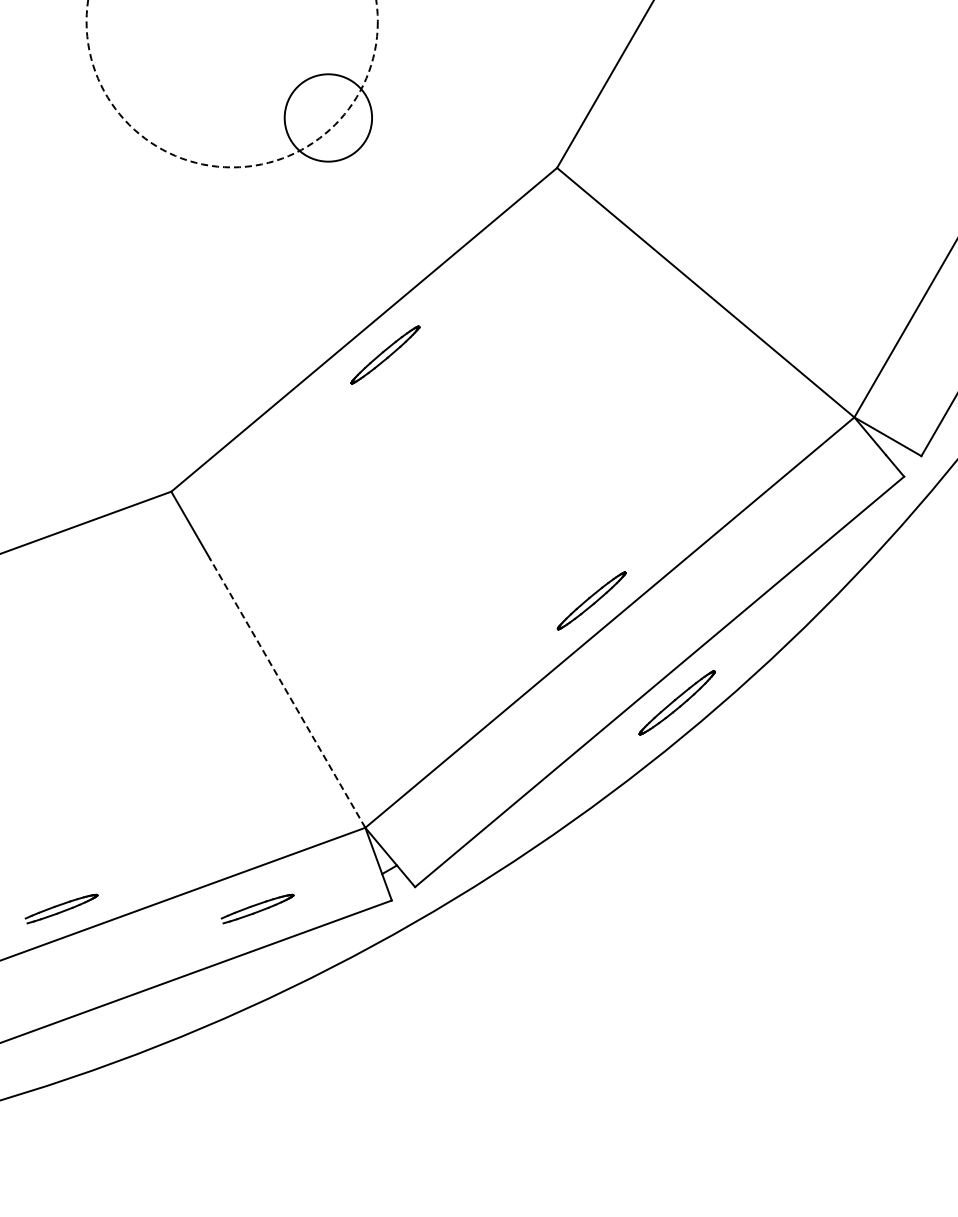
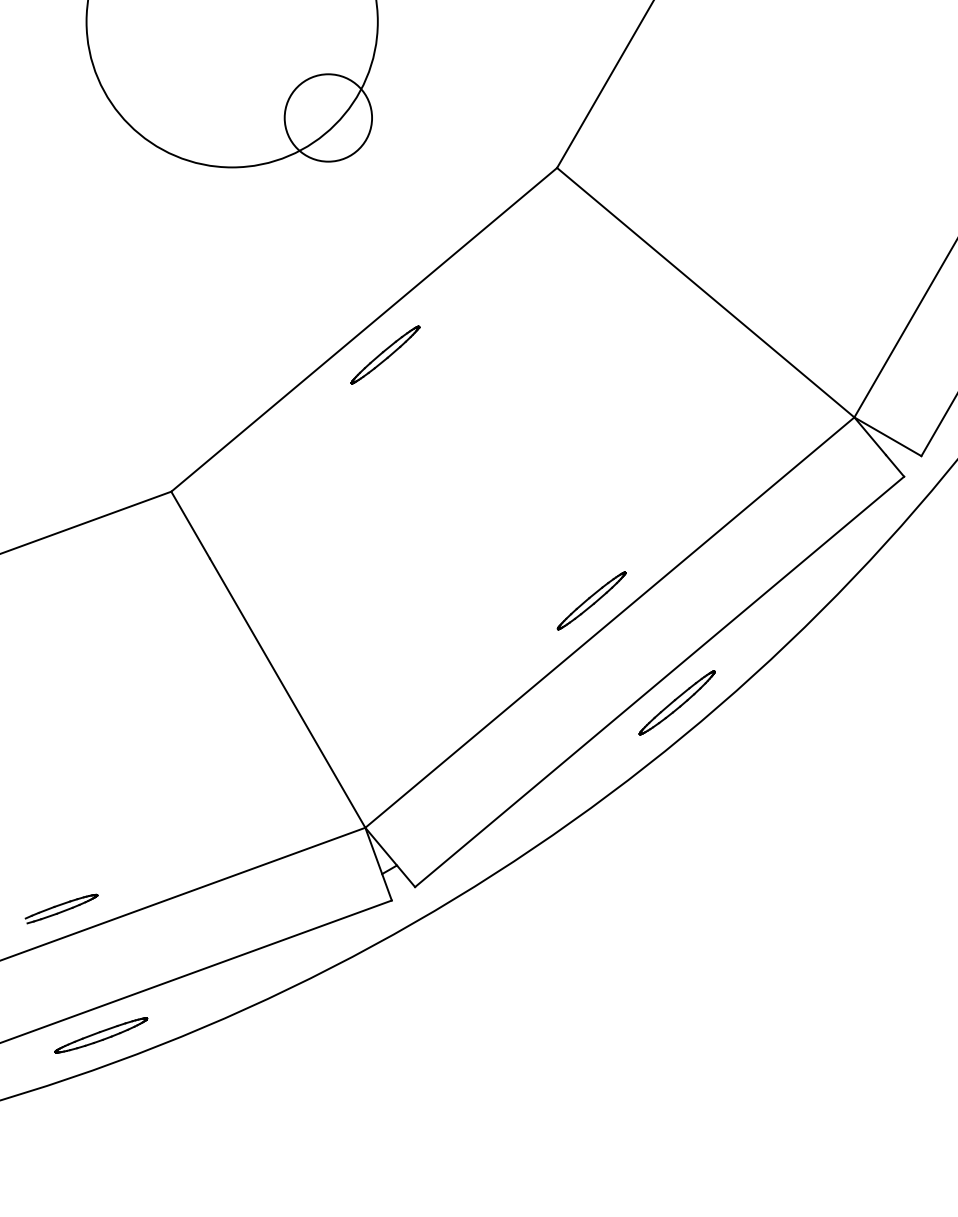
circle at (231, 83): dashed -> solid
line at (287, 692): dashed -> solid
part at (257, 908): present -> none
part at (101, 1035): none -> present
